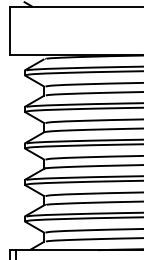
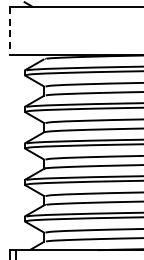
line at (9, 31): solid -> dashed
